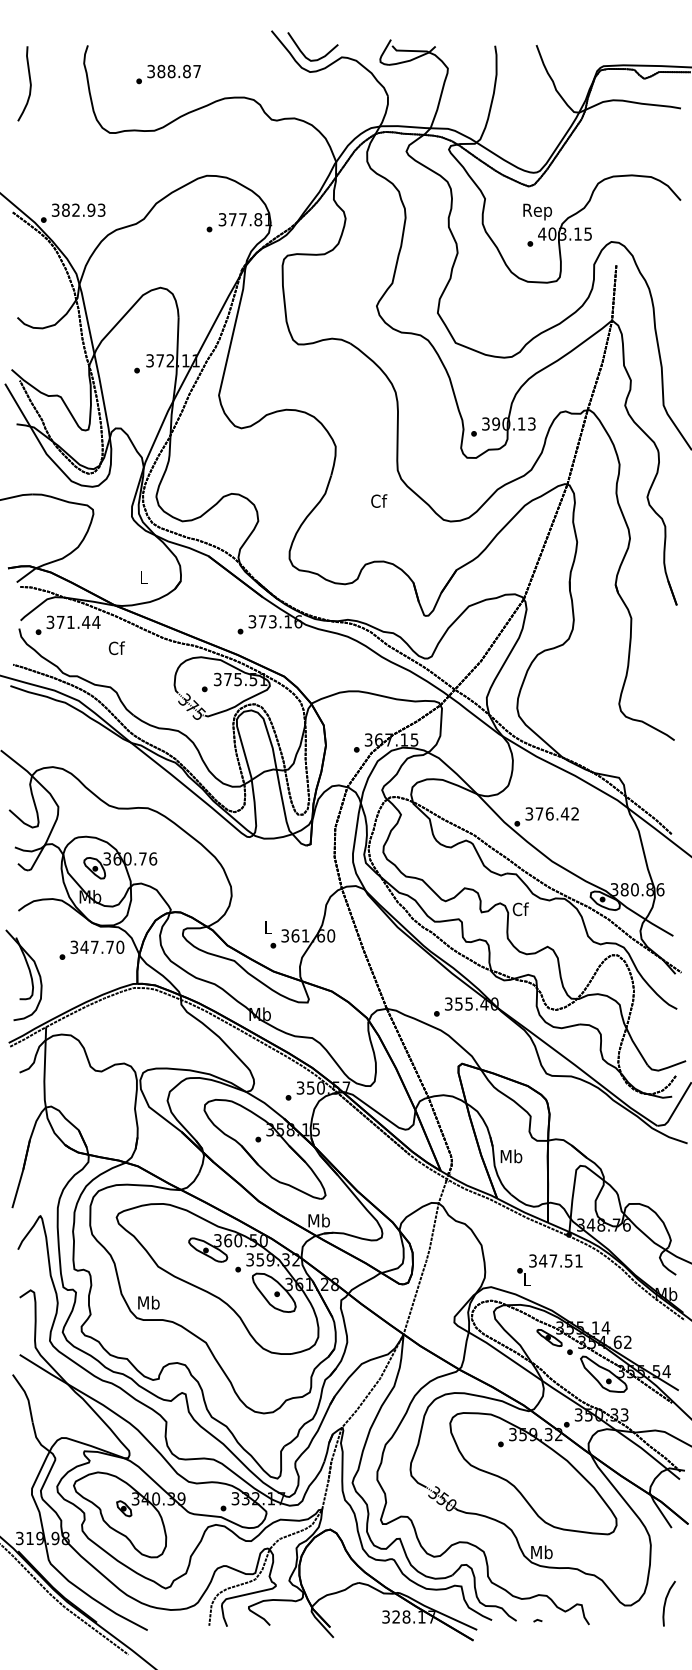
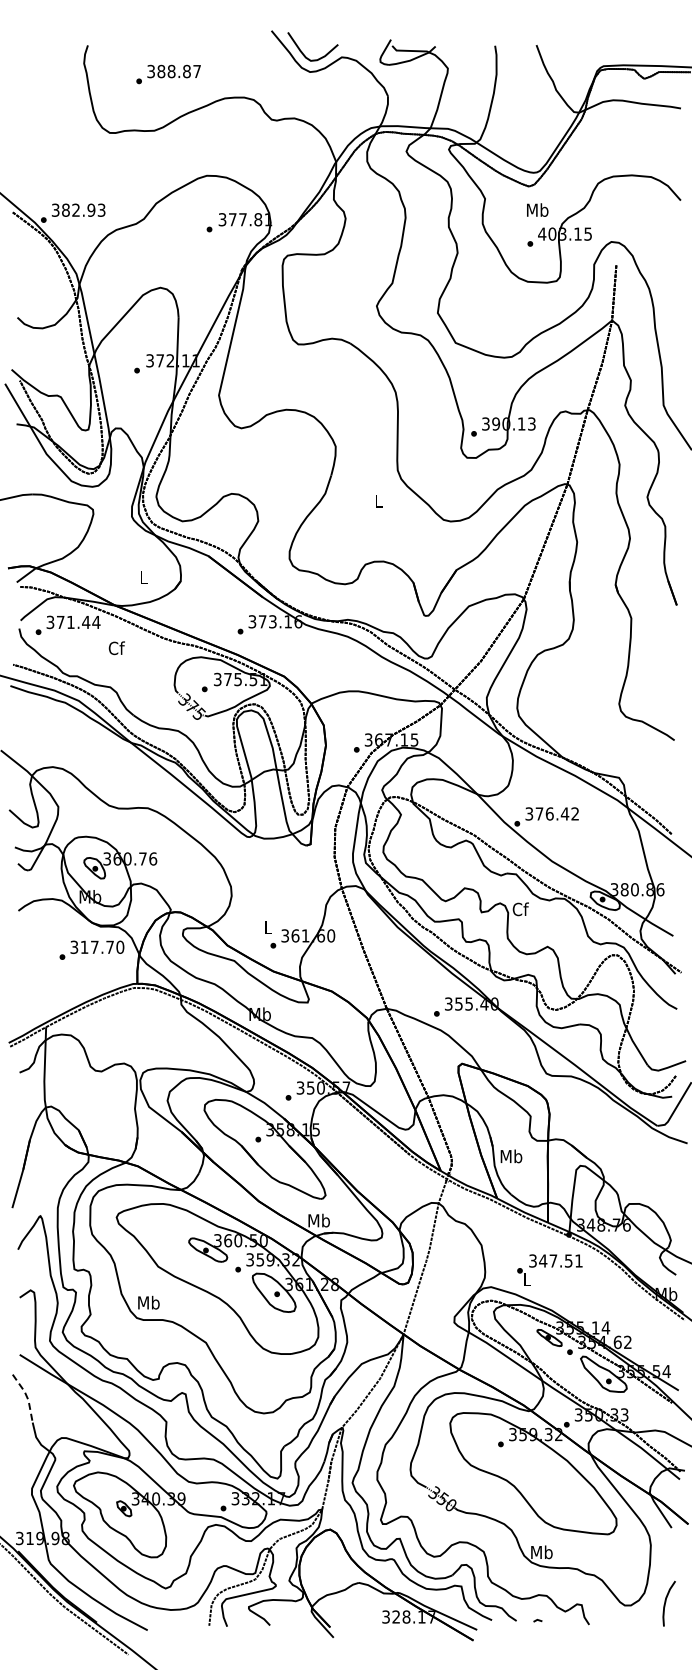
curve at (29, 83): present -> none
text at (537, 211): Rep -> Mb
text at (379, 500): Cf -> L
text at (84, 946): 347.70 -> 317.70
part at (29, 974): present -> none
line at (26, 1396): solid -> dashed
